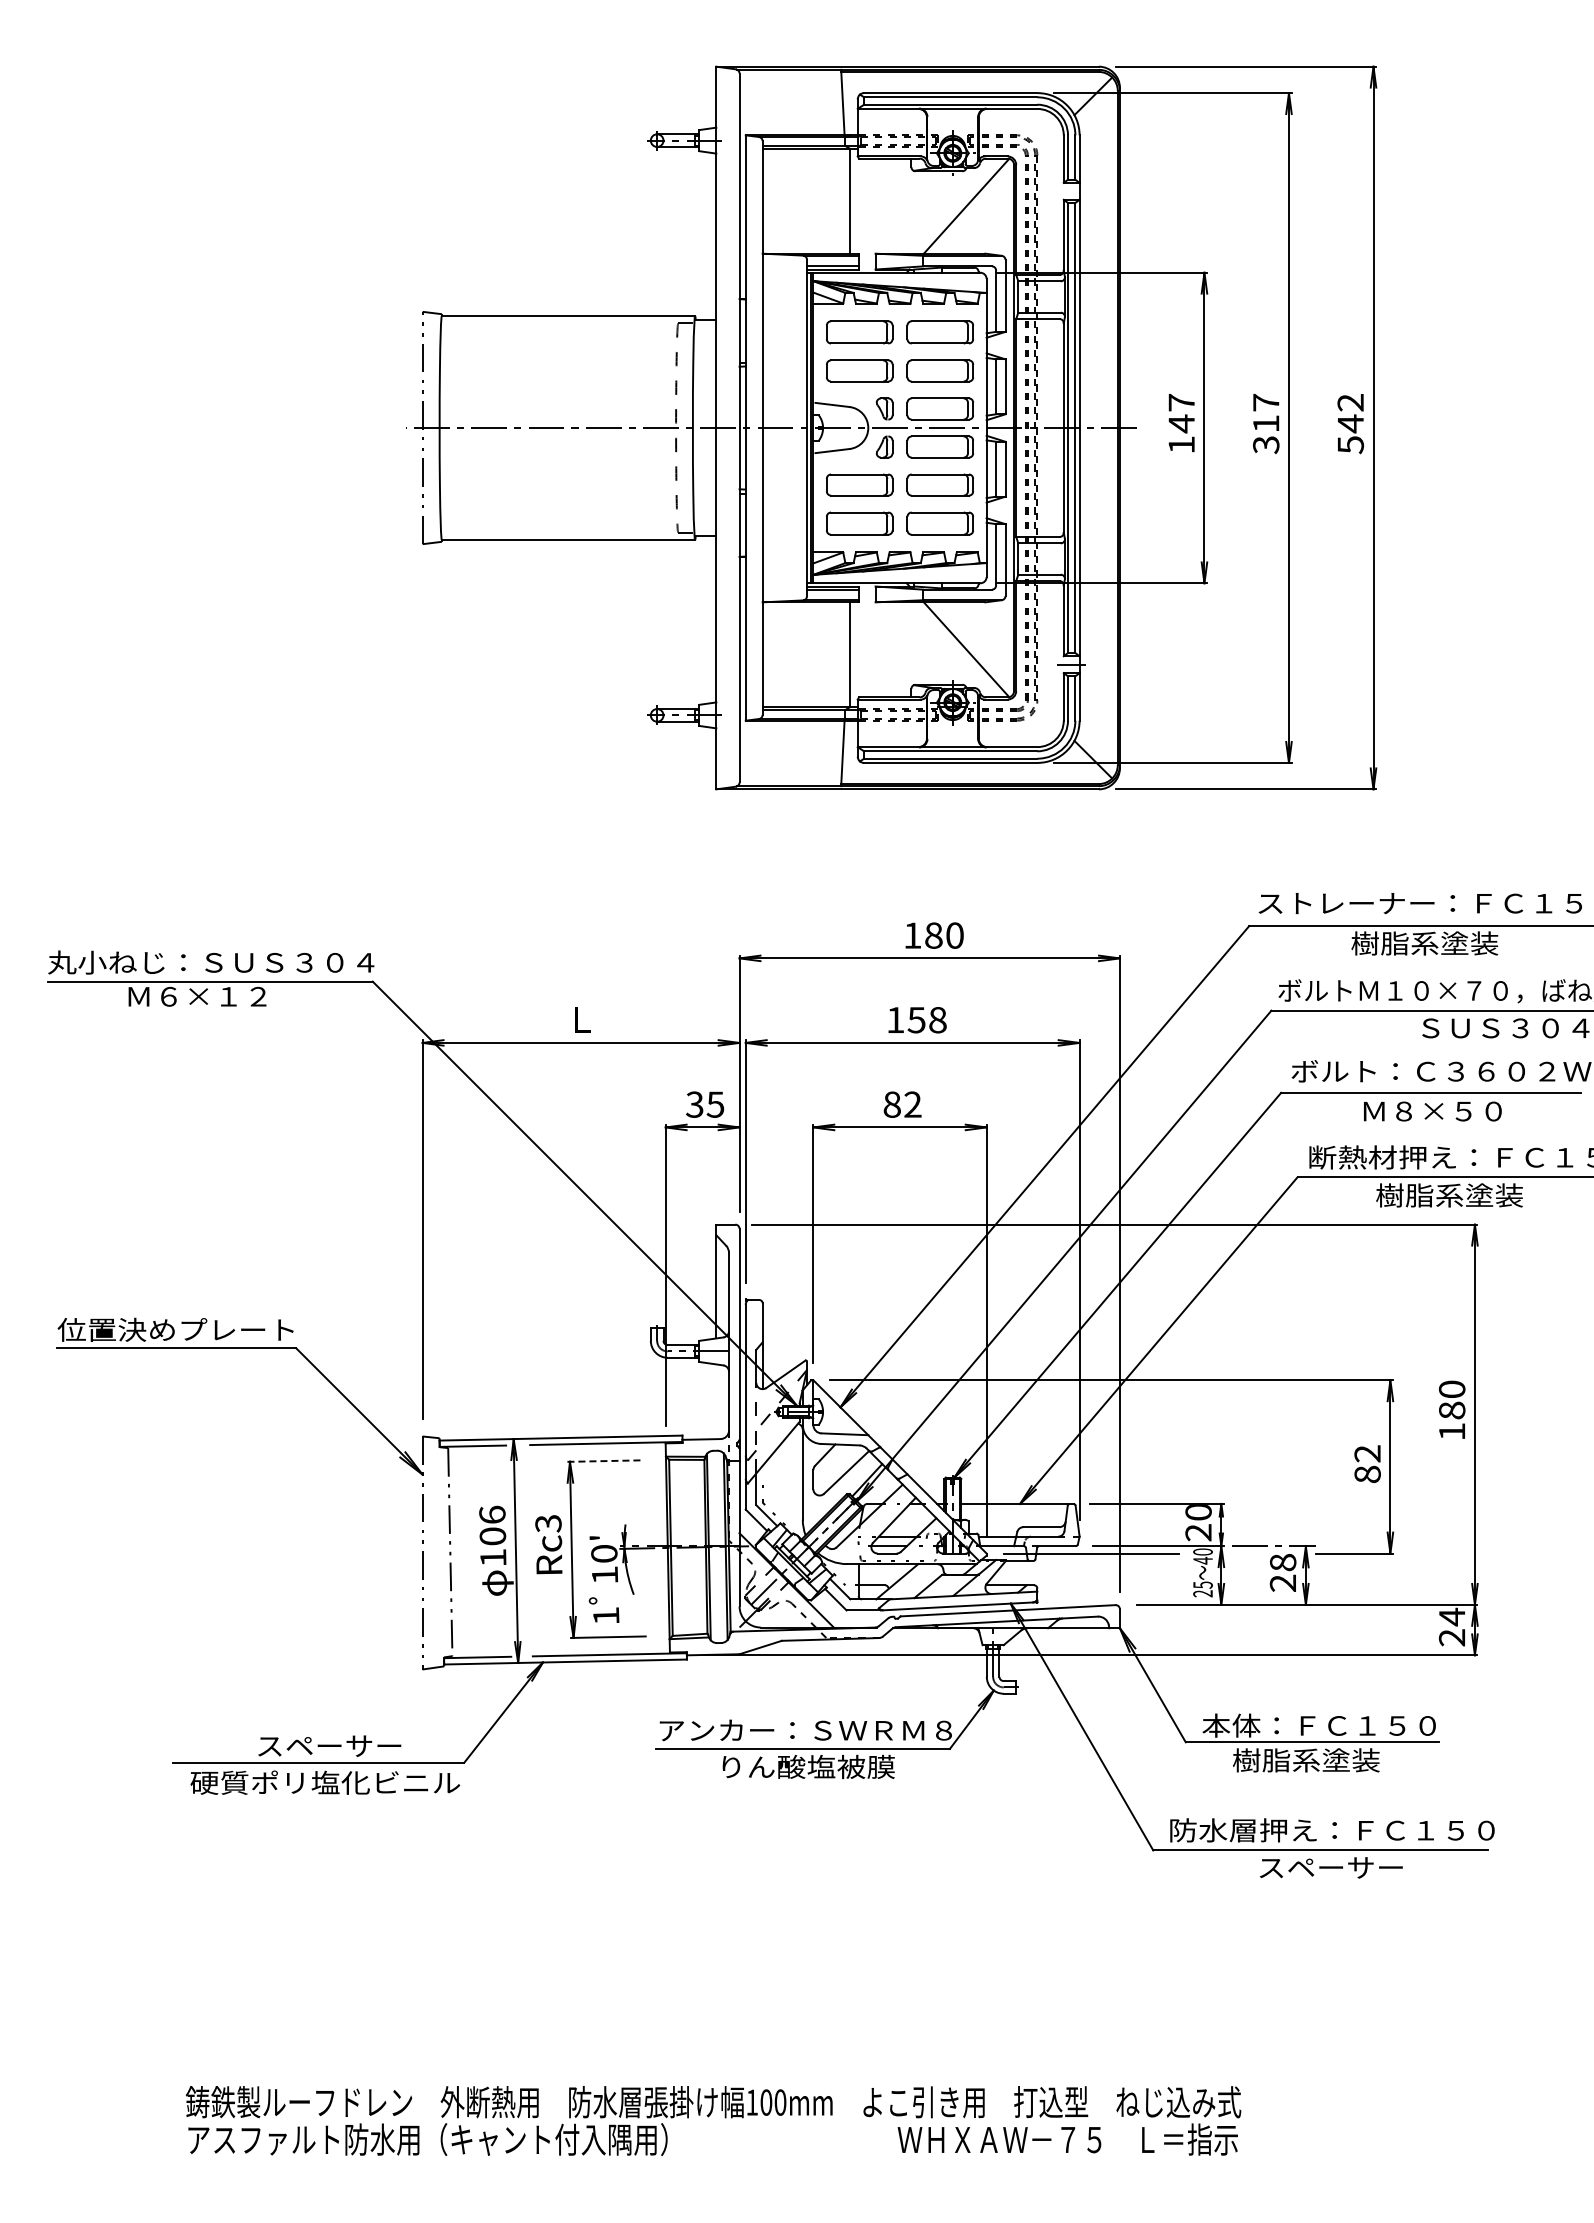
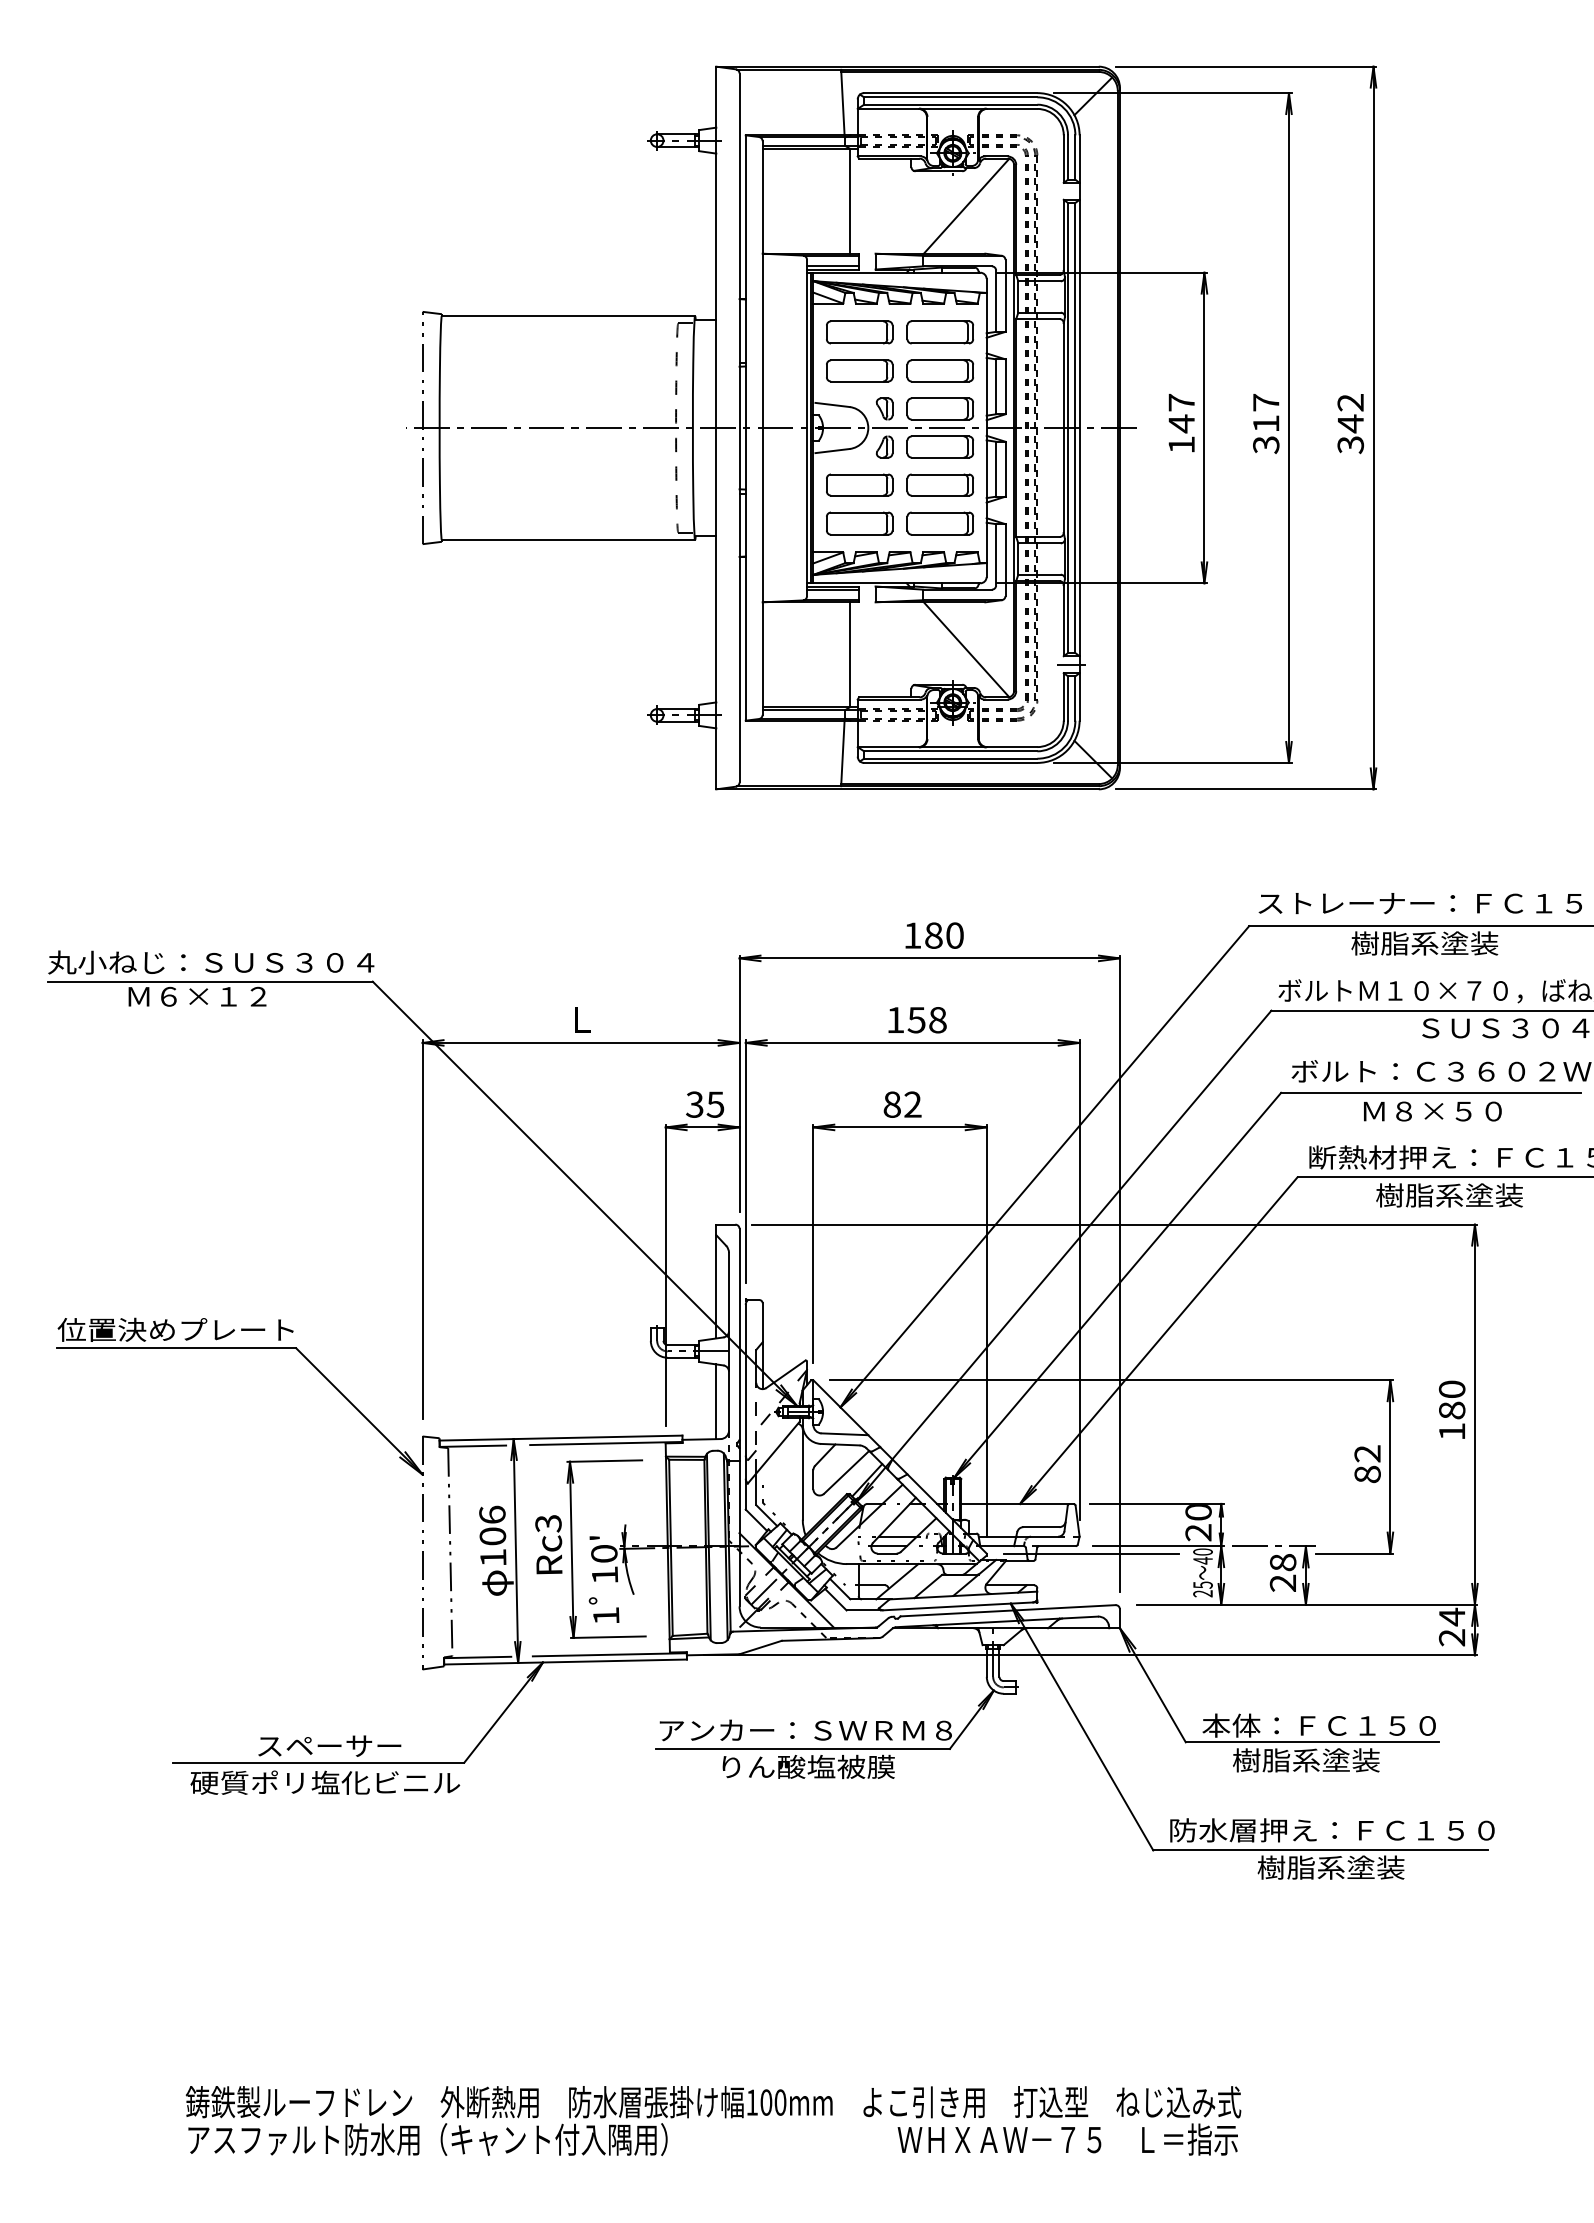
text at (1350, 444): 542 -> 342
line at (716, 1401): none -> present
line at (605, 1461): dashed -> solid
text at (1330, 1867): スペーサー -> 樹脂系塗装
